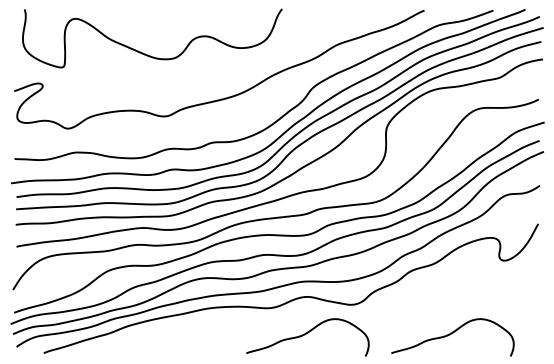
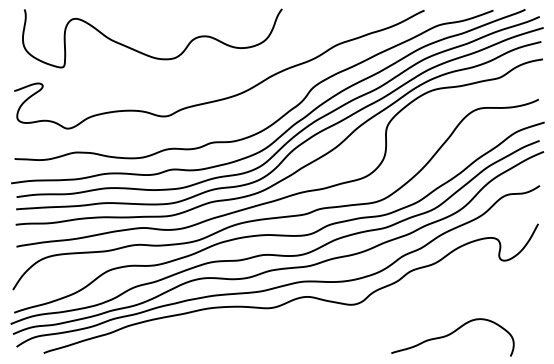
curve at (306, 334): present -> none
